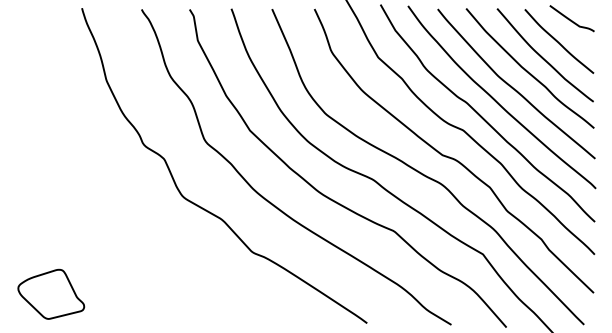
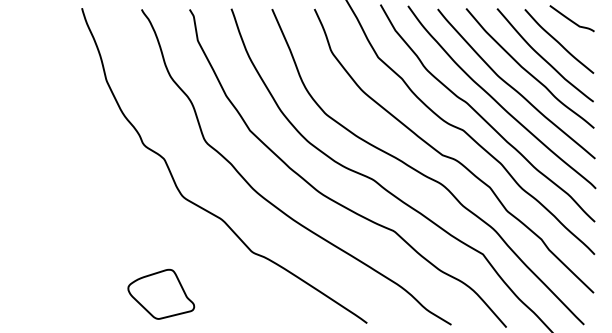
part at (51, 293) position: (51, 293) -> (161, 293)
